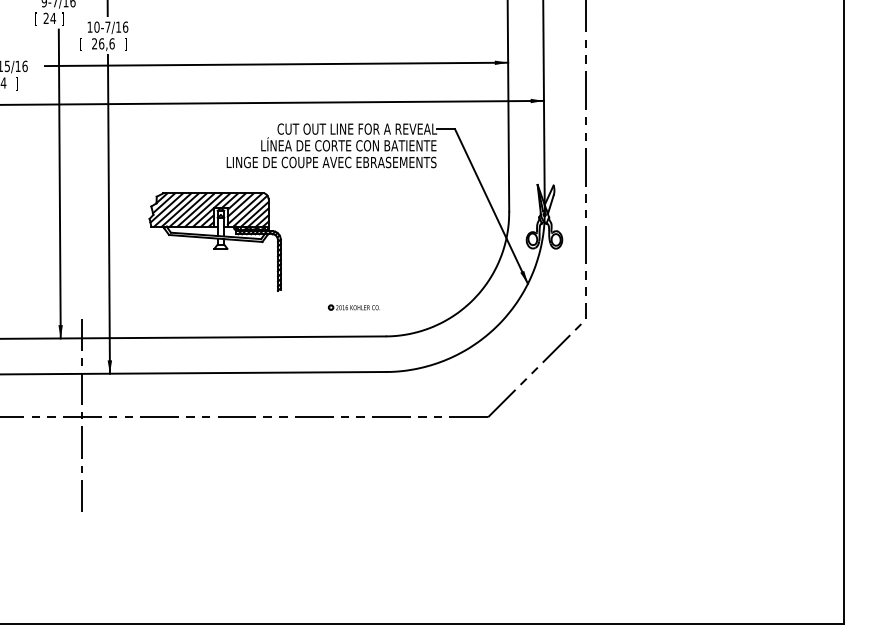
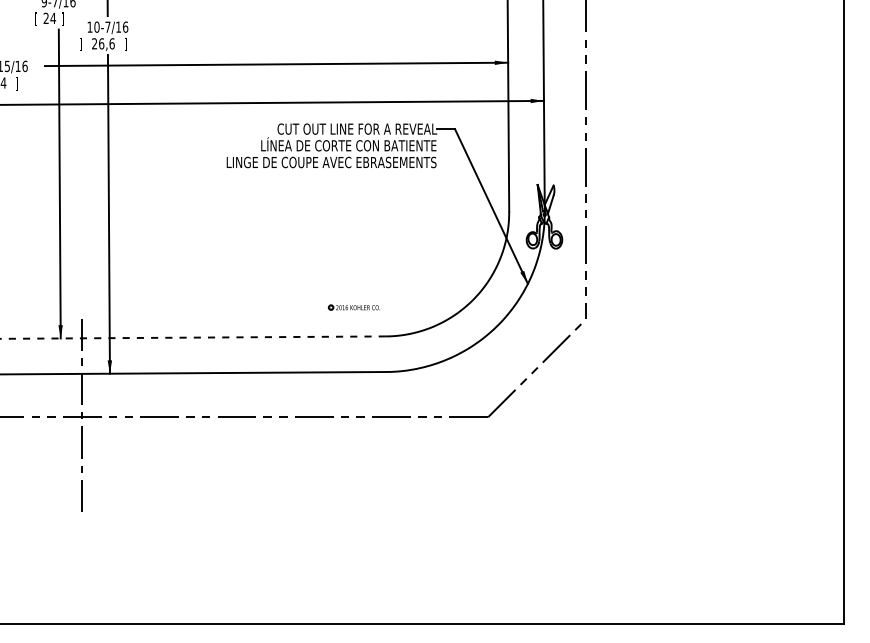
text at (80, 44): [ -> ]
part at (214, 241): present -> none
line at (192, 337): solid -> dashed
